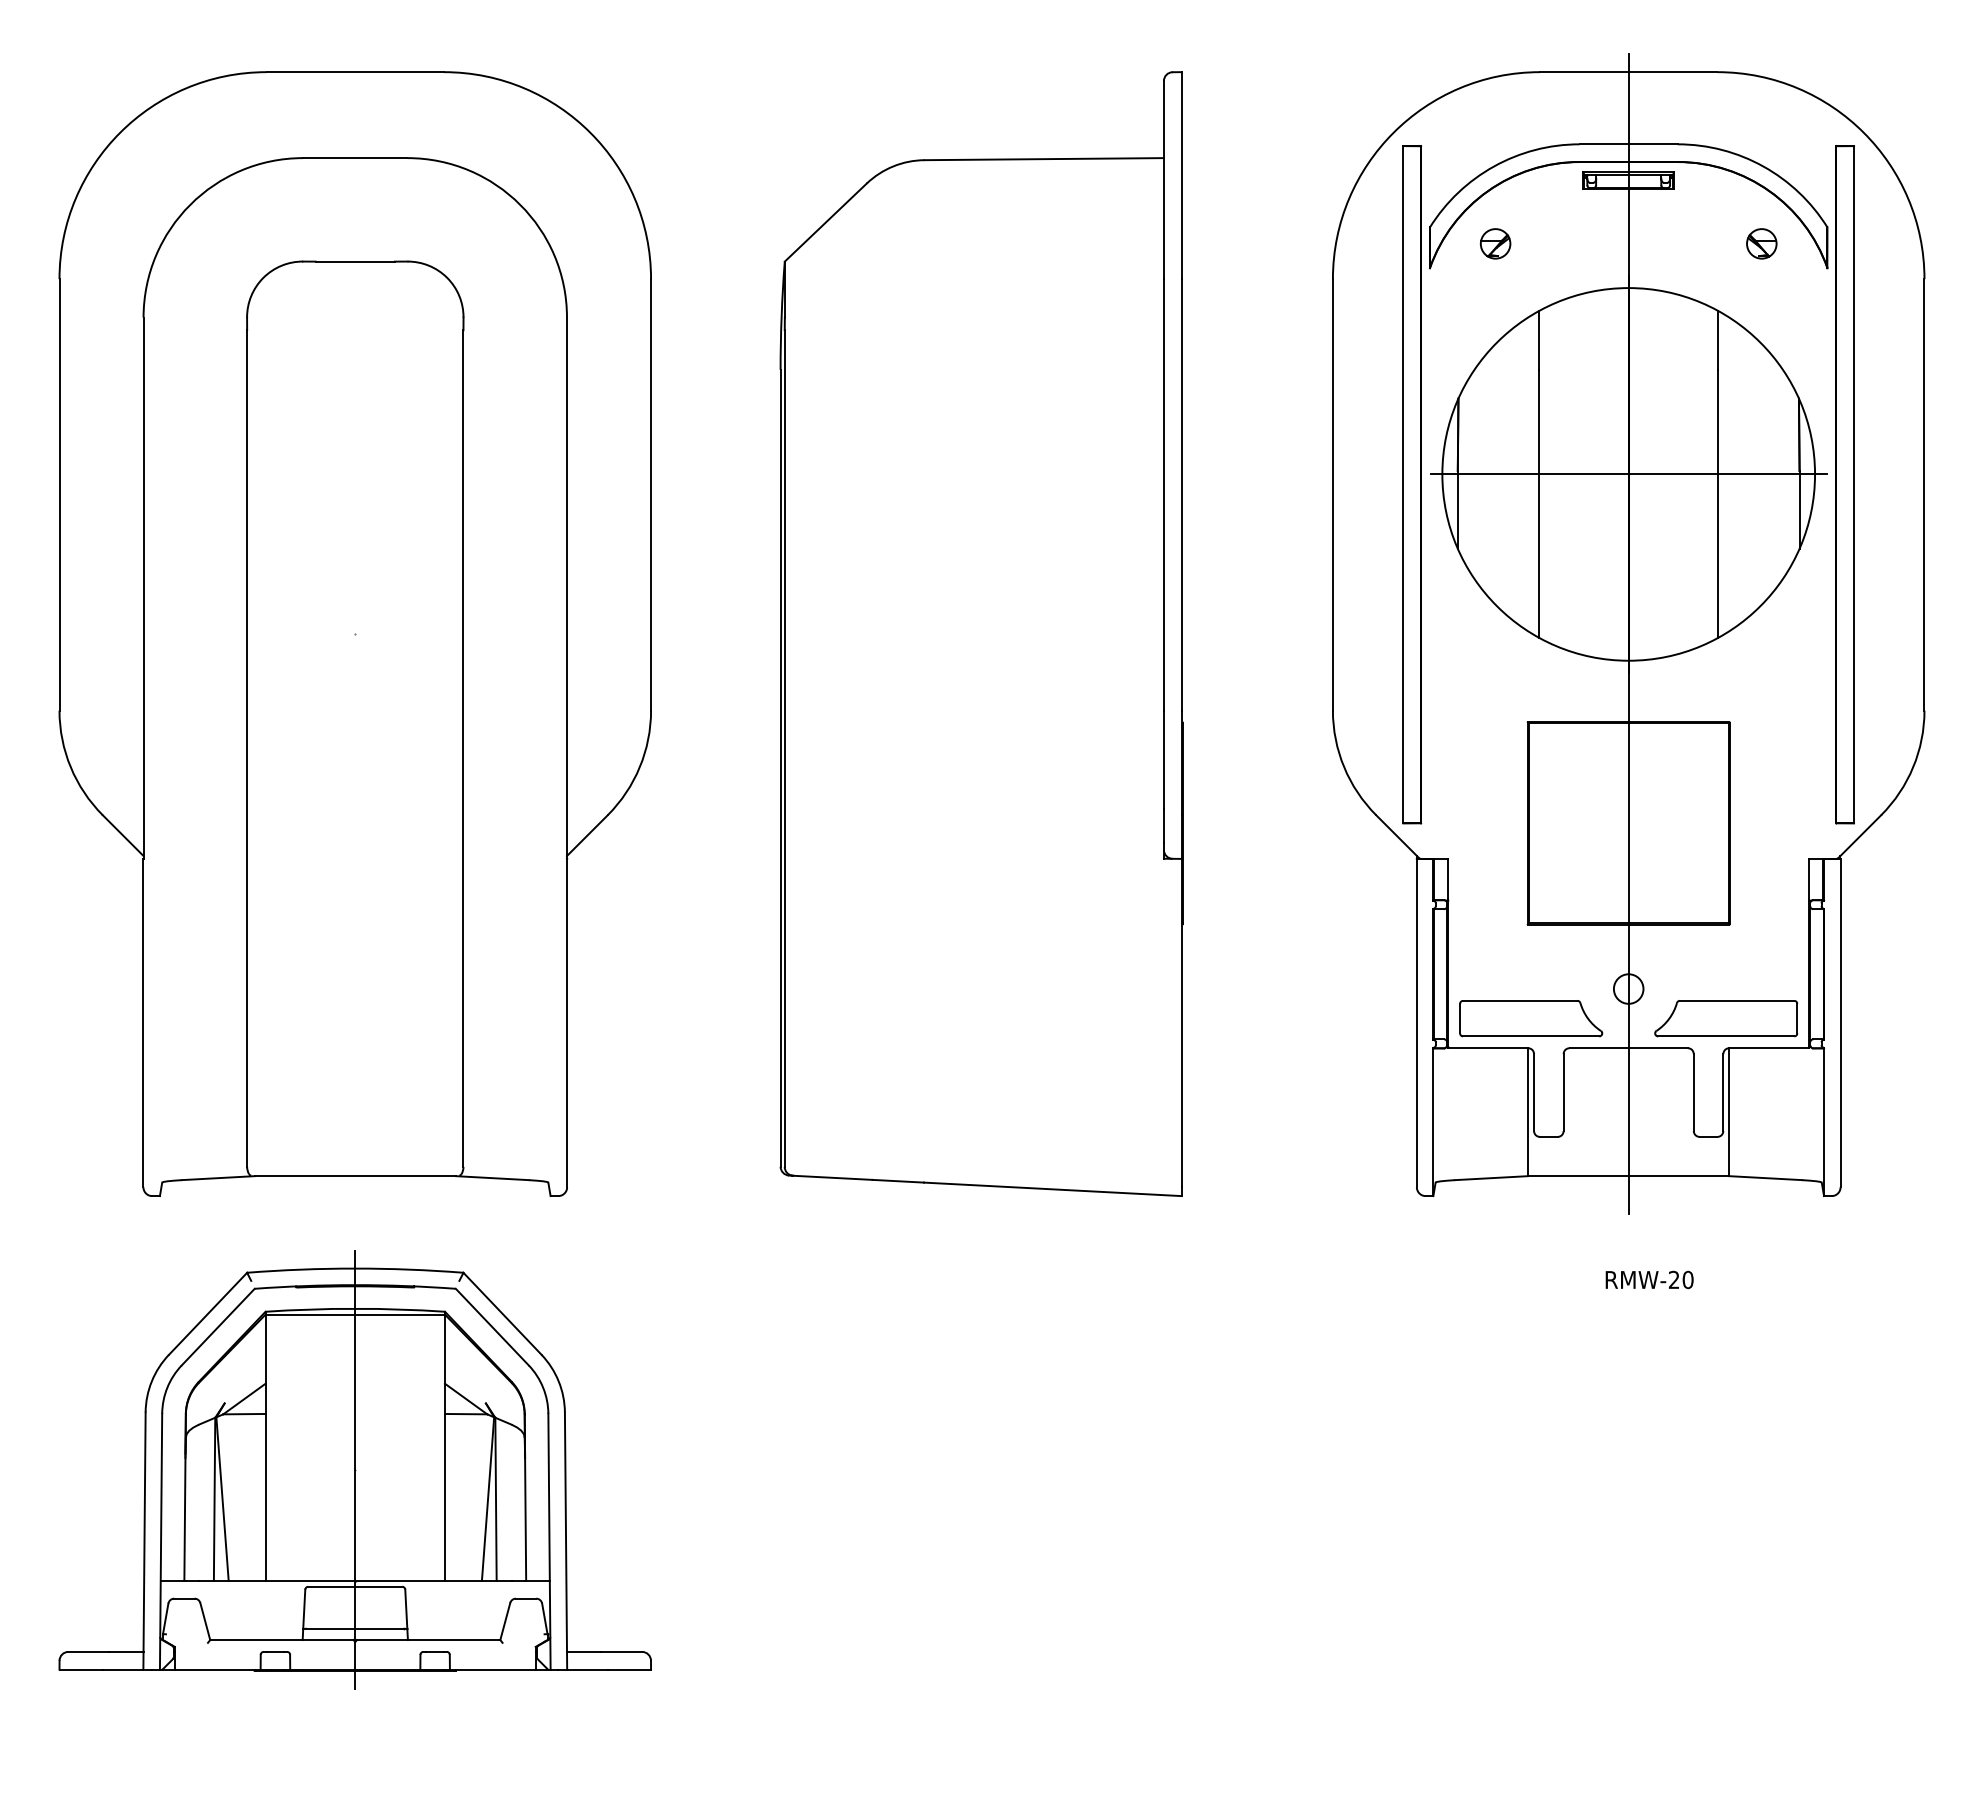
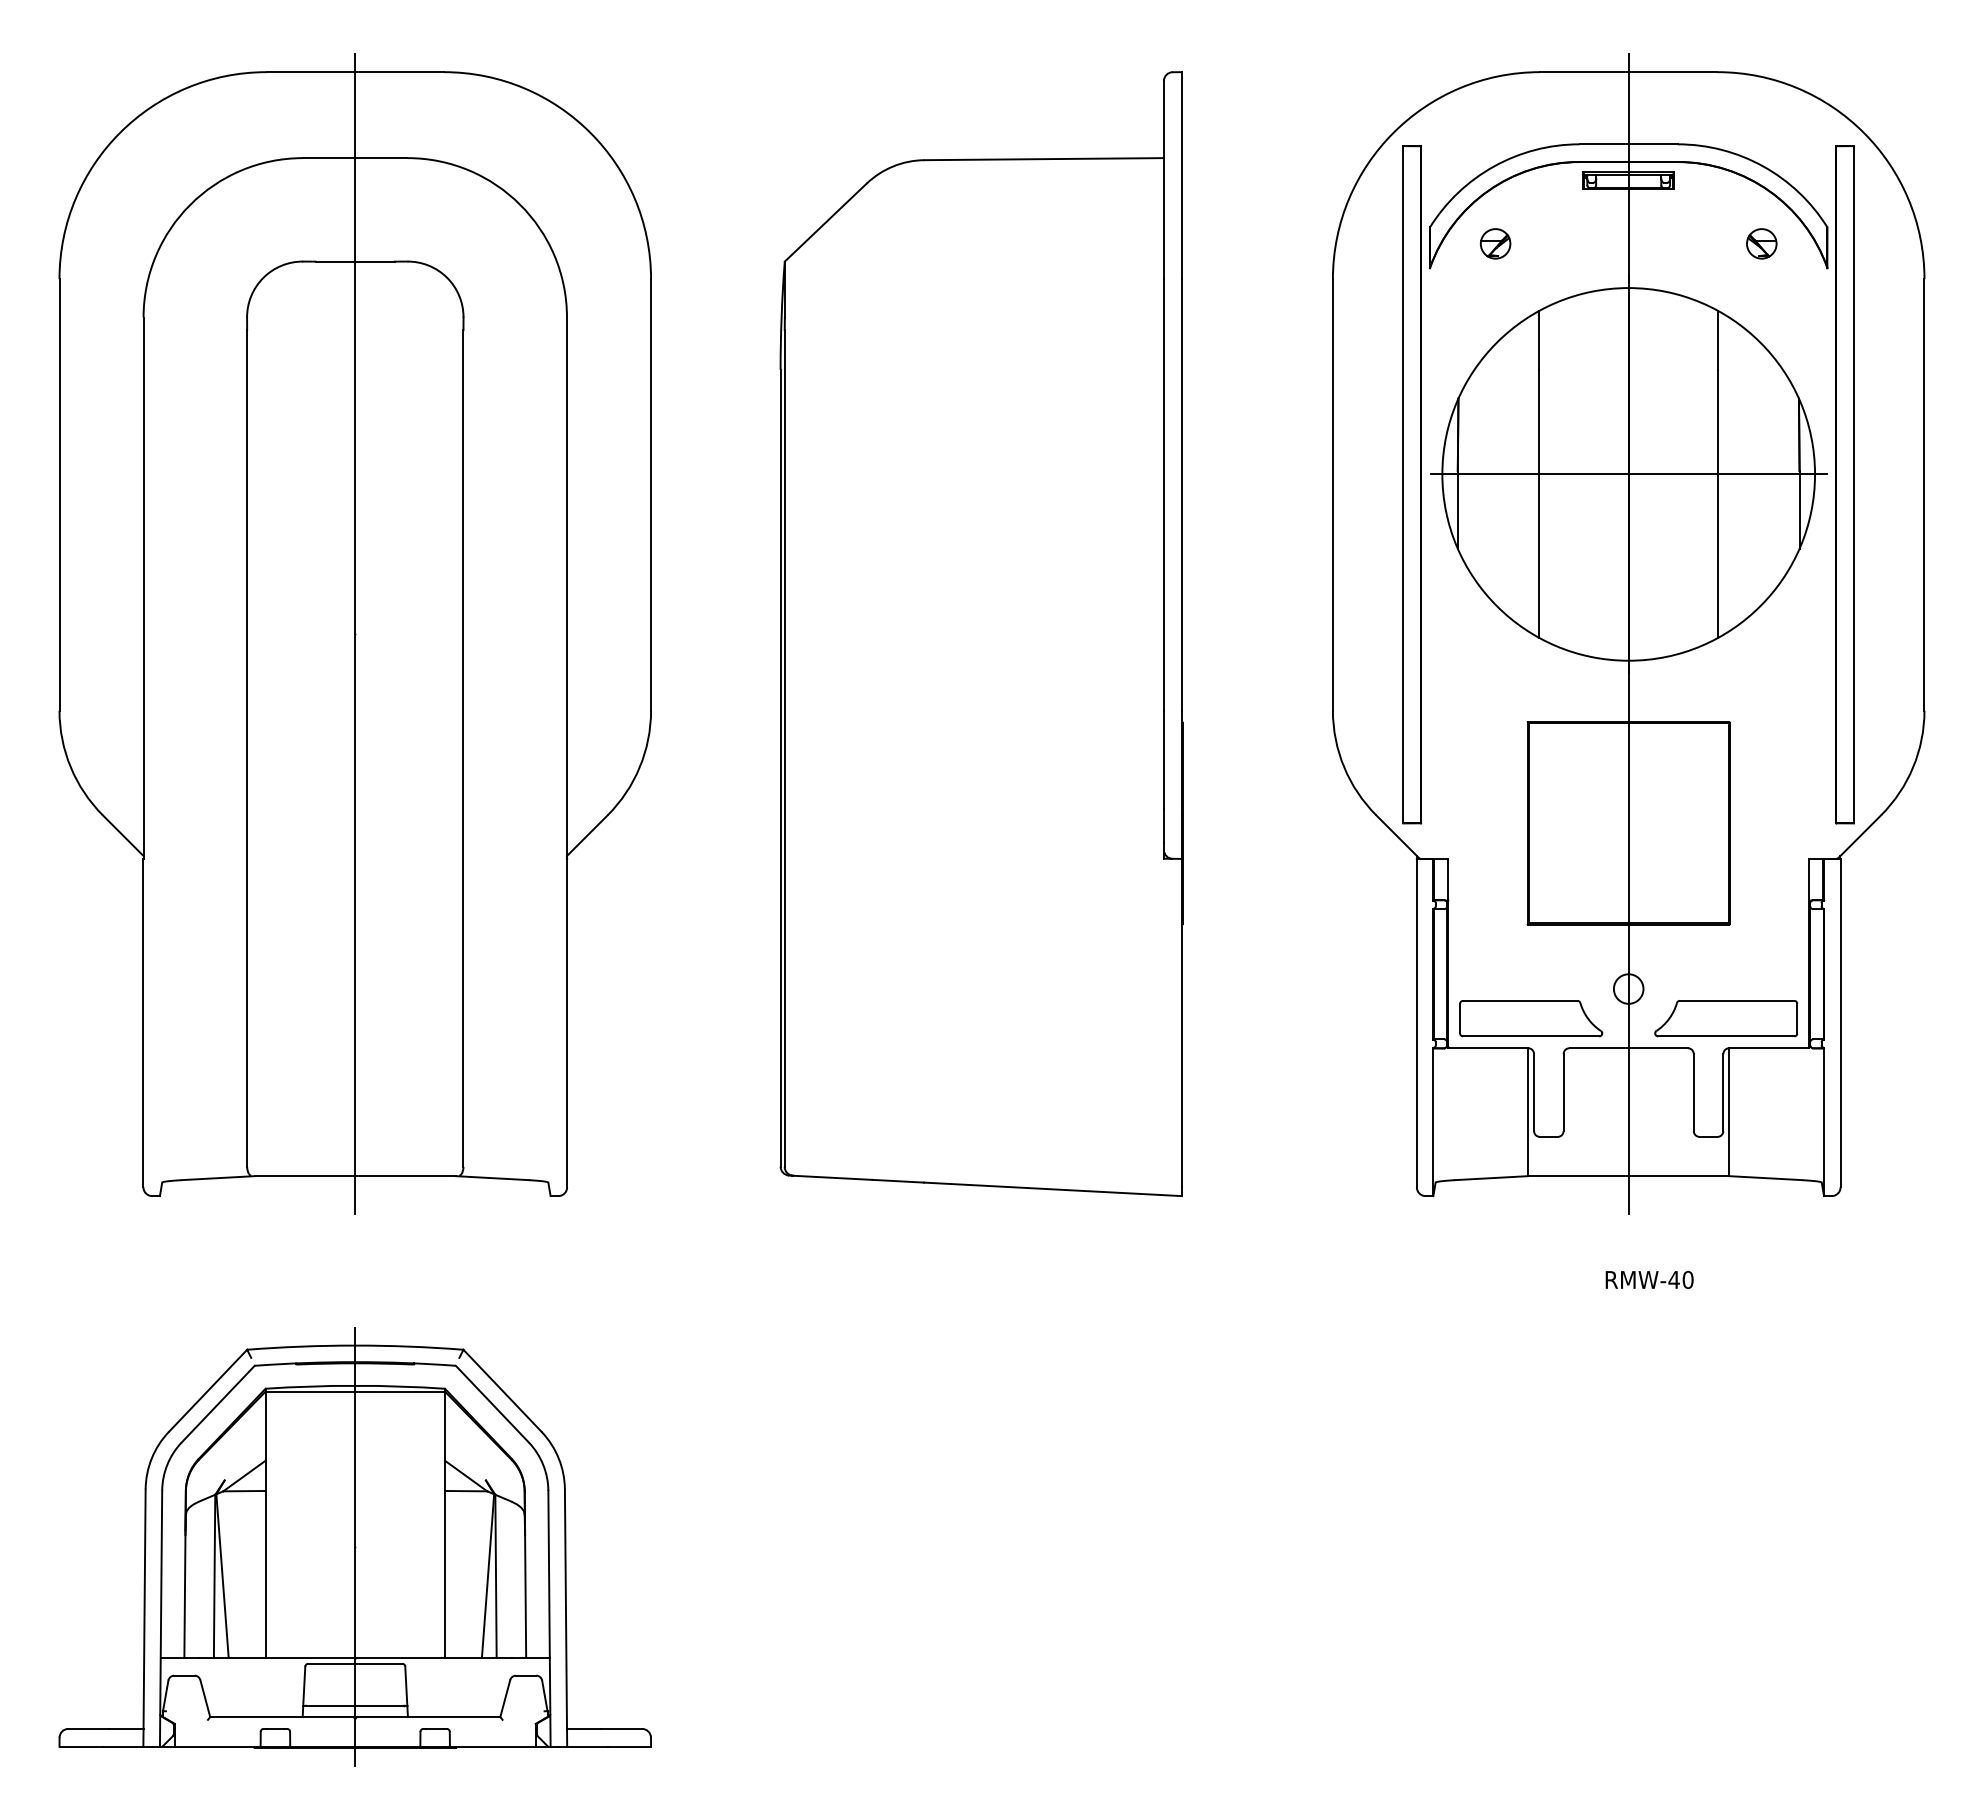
line at (355, 633): none -> present
text at (1673, 1279): RMW-20 -> RMW-40
part at (354, 1469) position: (354, 1469) -> (354, 1546)
